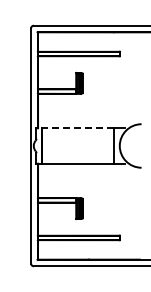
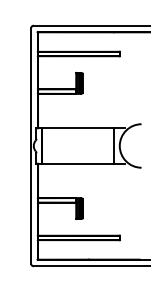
line at (75, 128): dashed -> solid
